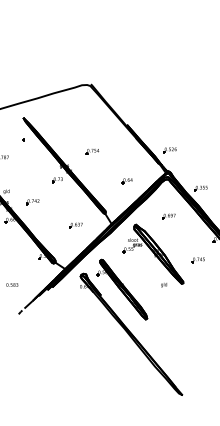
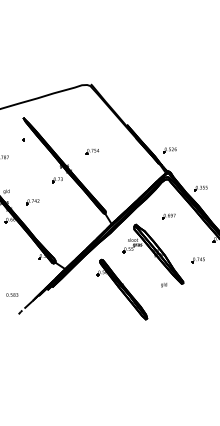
part at (126, 181): present -> none
part at (75, 225): present -> none
text at (12, 284) position: (12, 284) -> (12, 294)
part at (131, 333): present -> none
